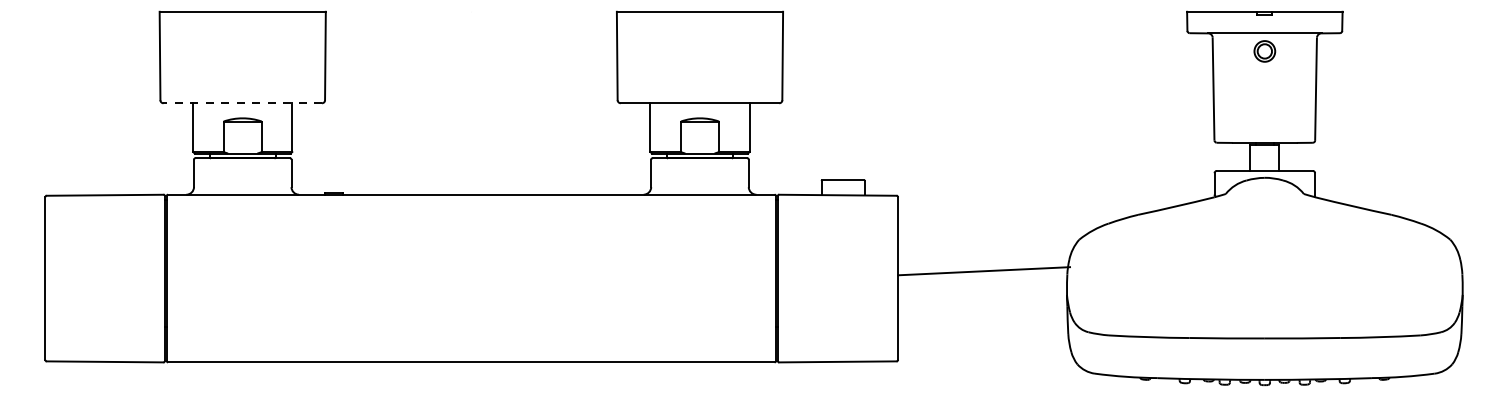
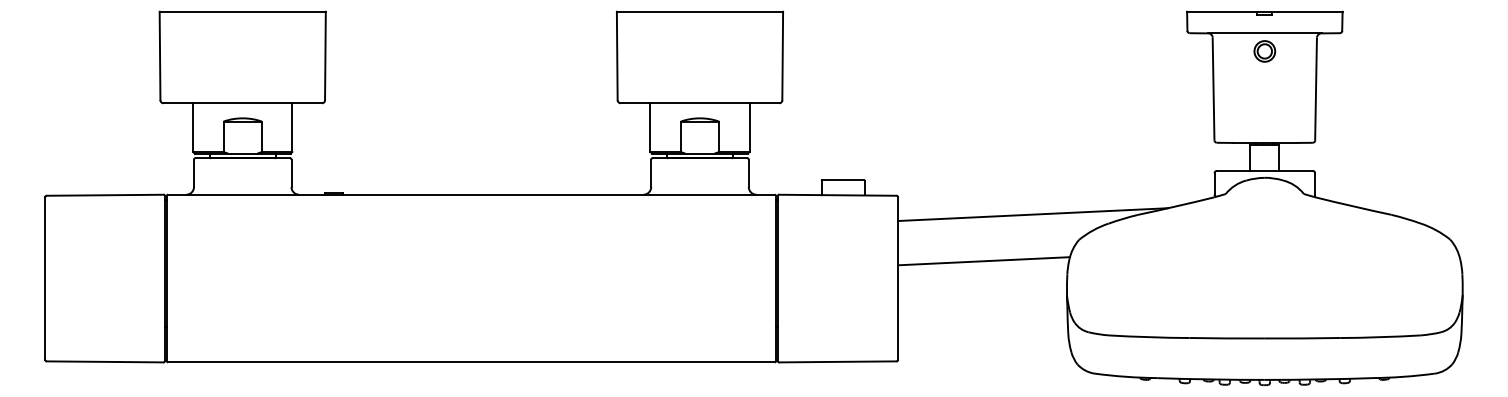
line at (242, 103): dashed -> solid
line at (1033, 214): none -> present
line at (984, 271) position: (984, 271) -> (984, 261)
